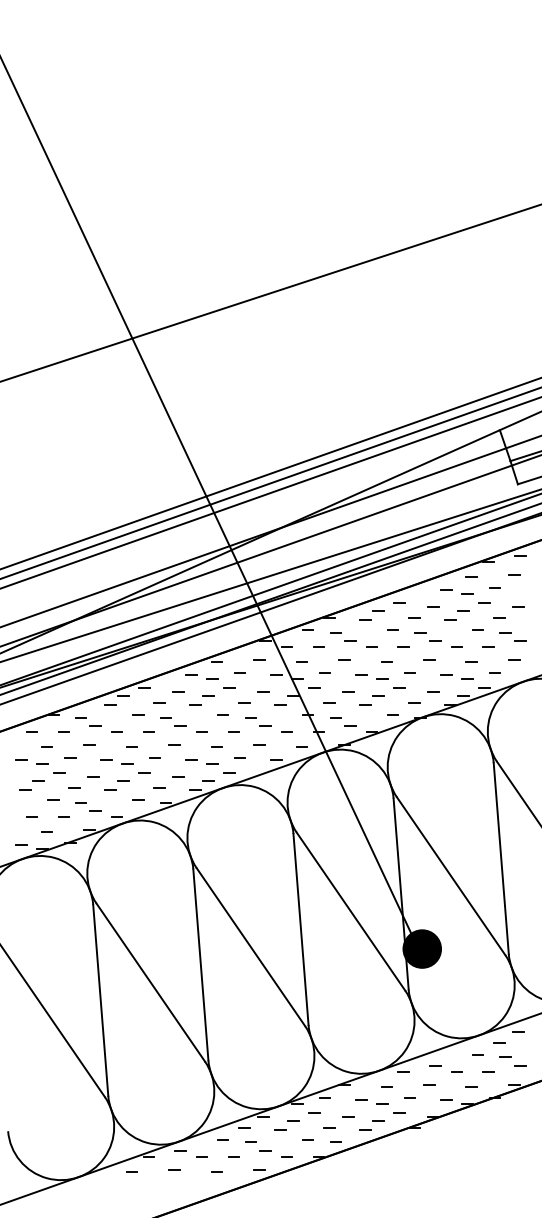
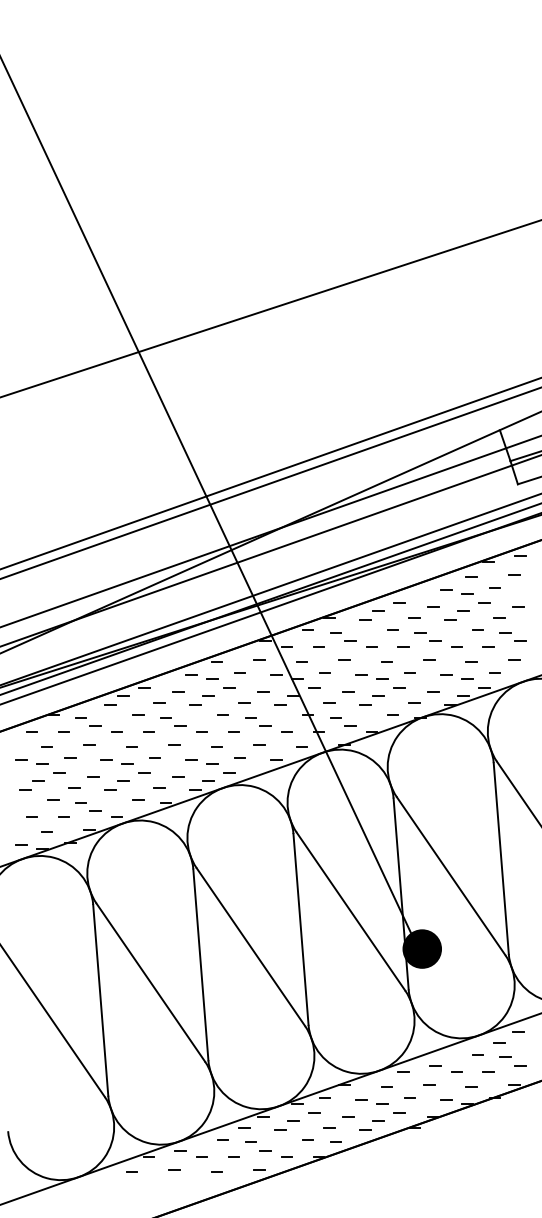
line at (270, 293) position: (270, 293) -> (270, 308)
line at (270, 492): present -> none
line at (270, 575): present -> none
